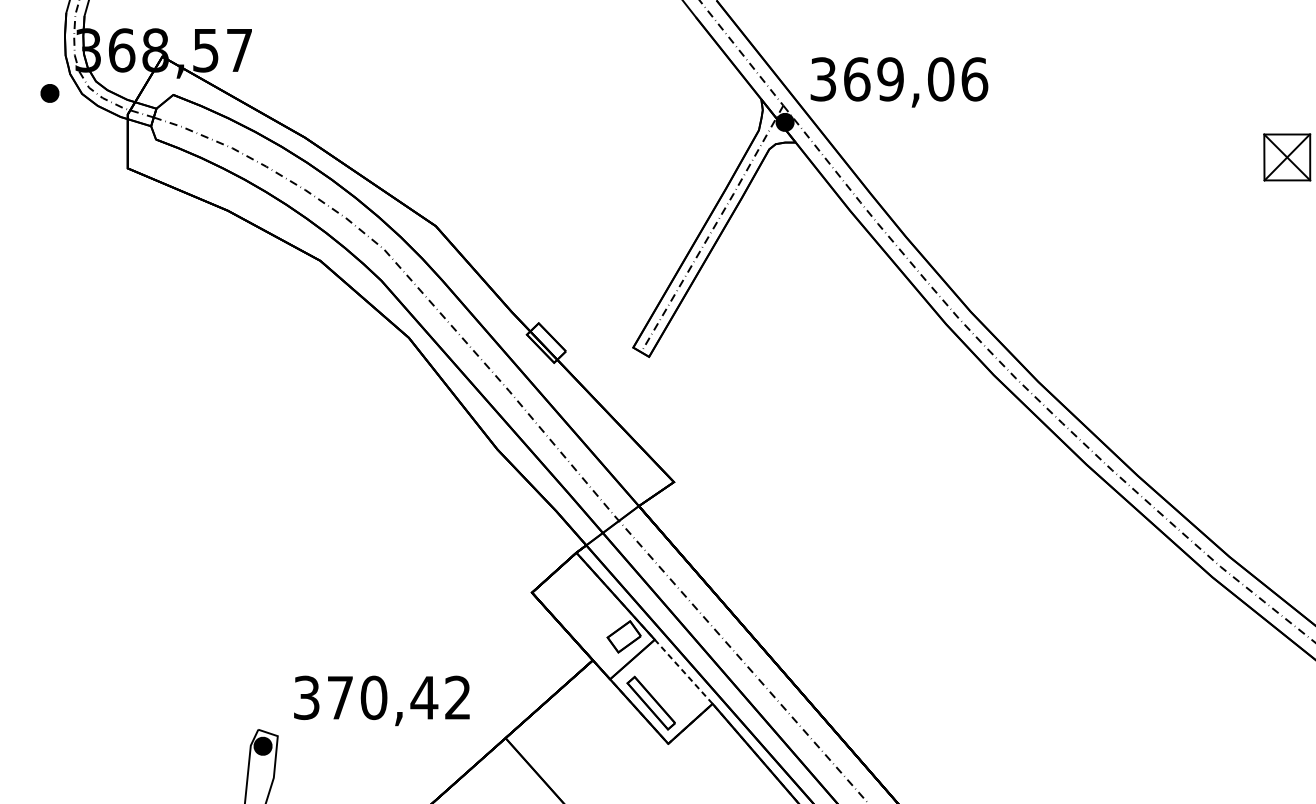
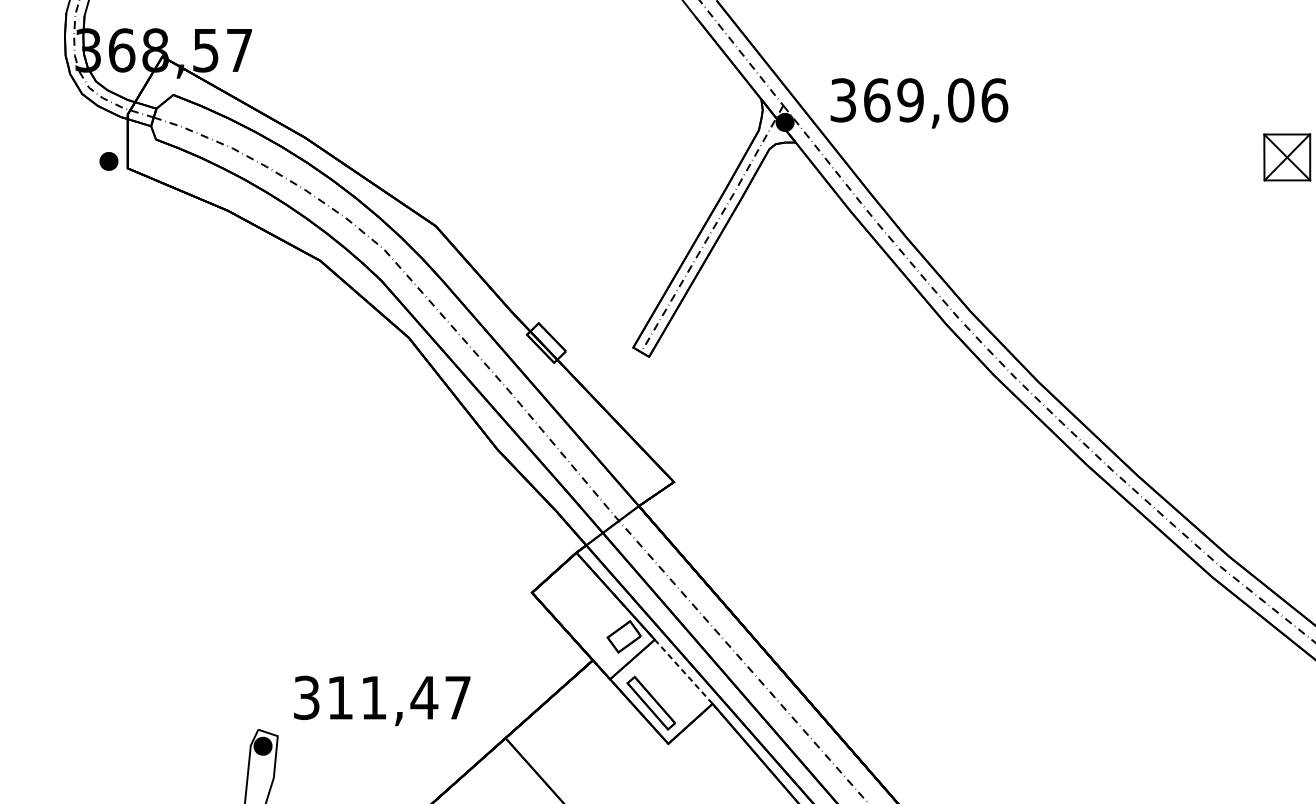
text at (899, 82) position: (899, 82) -> (919, 103)
part at (49, 93) position: (49, 93) -> (108, 161)
text at (399, 697): 370,42 -> 311,47
